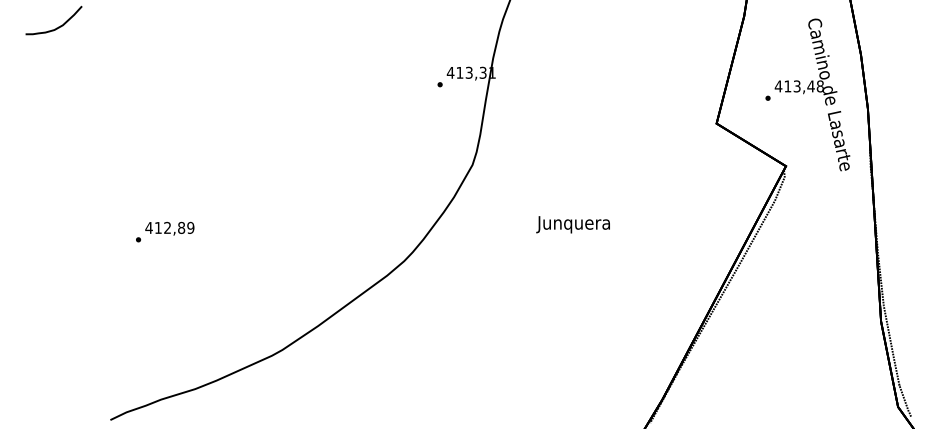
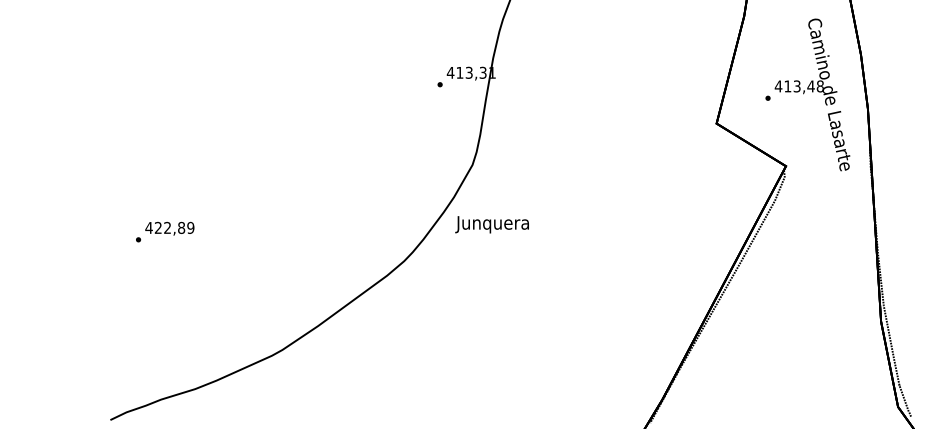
curve at (56, 27): present -> none
text at (572, 224) position: (572, 224) -> (491, 224)
text at (157, 227): 412,89 -> 422,89
